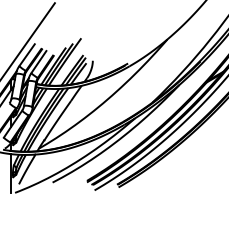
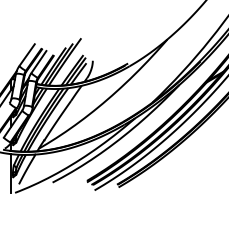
line at (28, 40): present -> none
